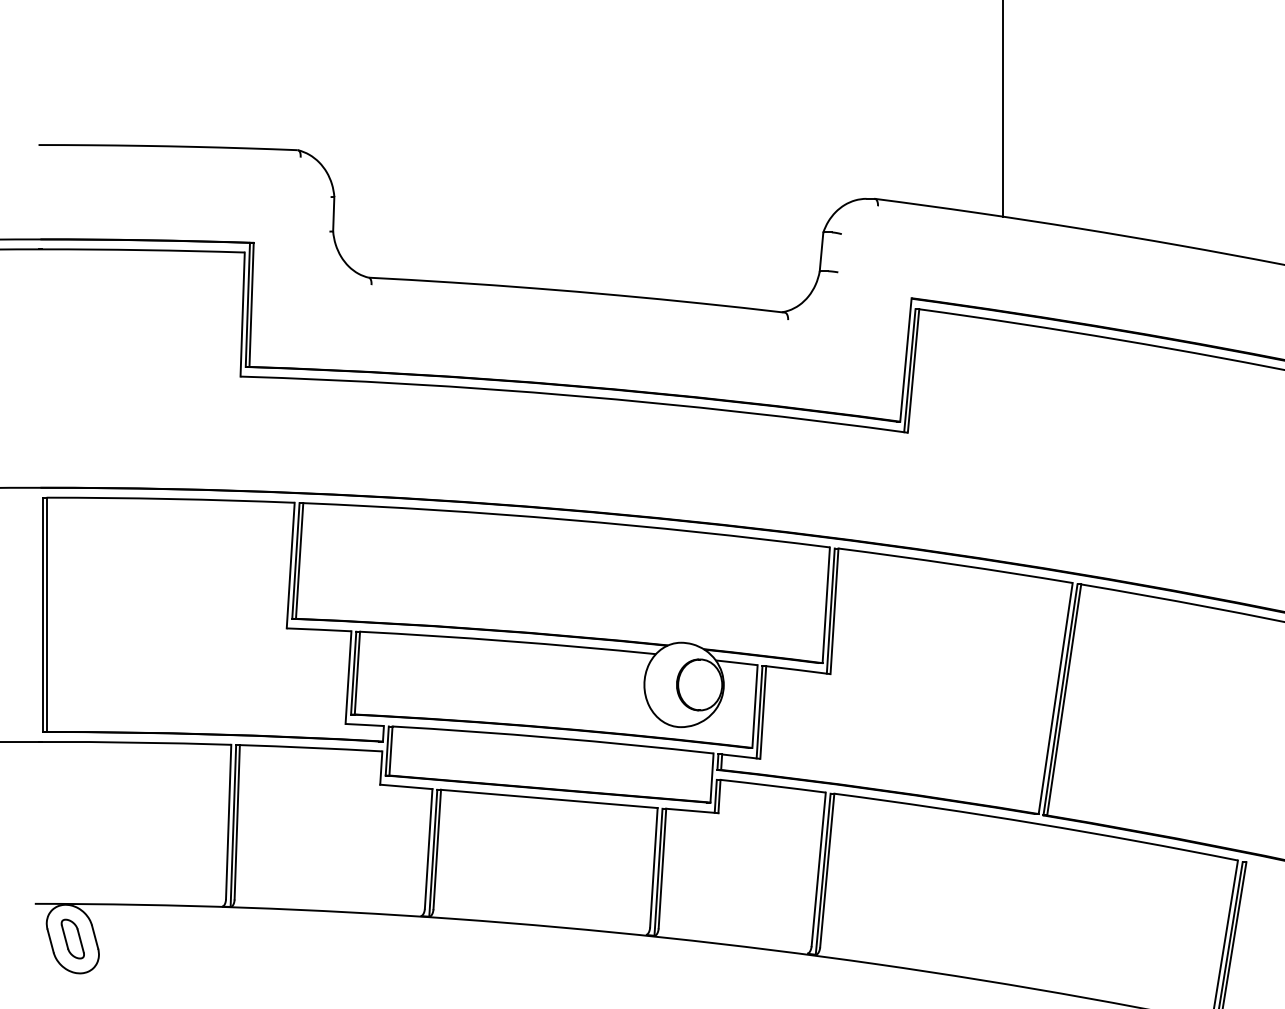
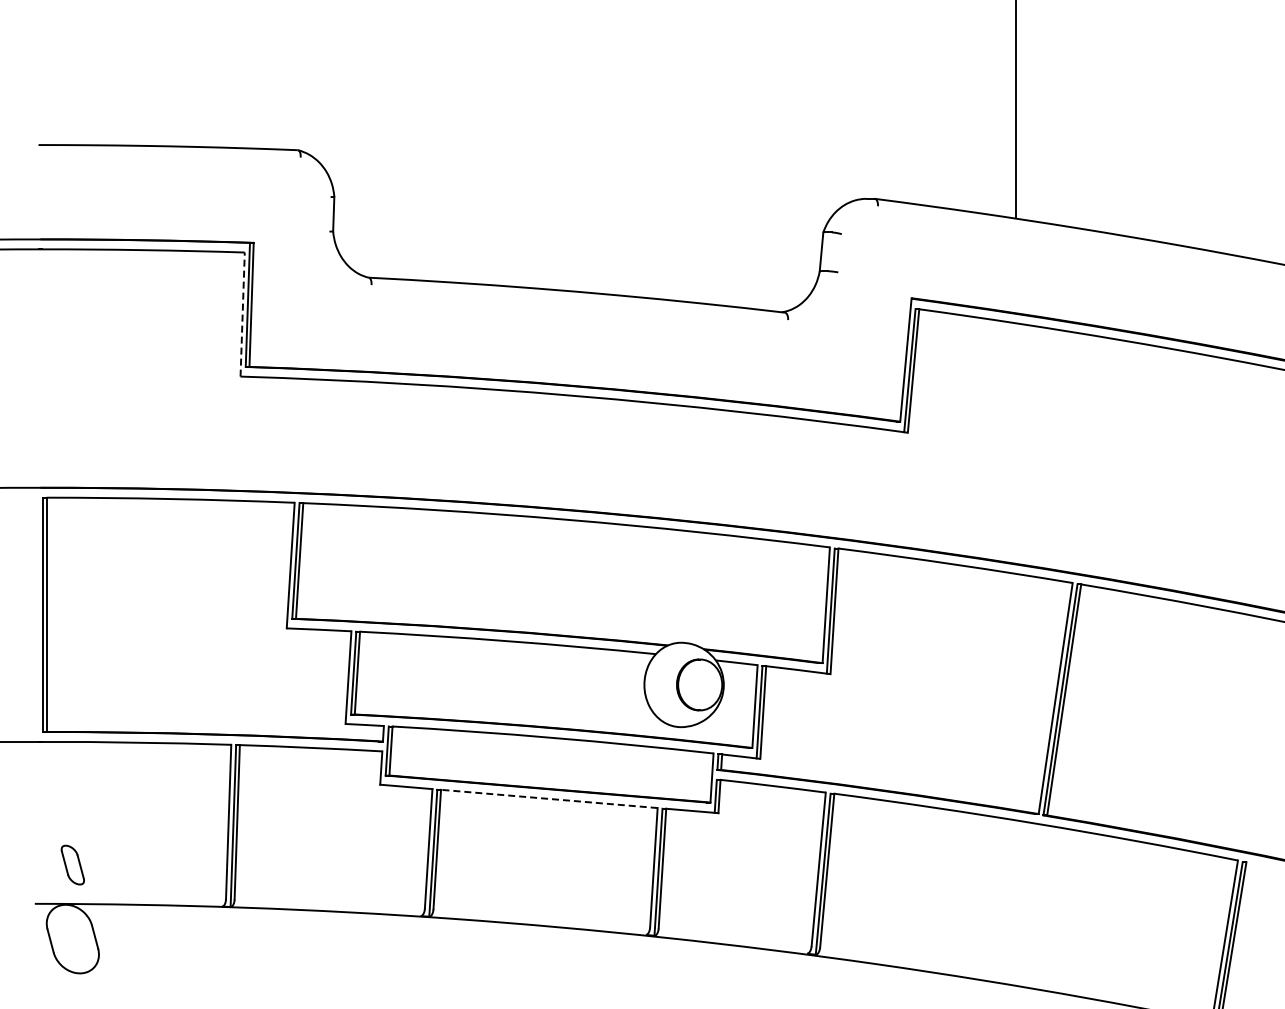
line at (1002, 109) position: (1002, 109) -> (1015, 109)
line at (242, 314): solid -> dashed
line at (549, 798): solid -> dashed
part at (72, 938) position: (72, 938) -> (72, 864)
